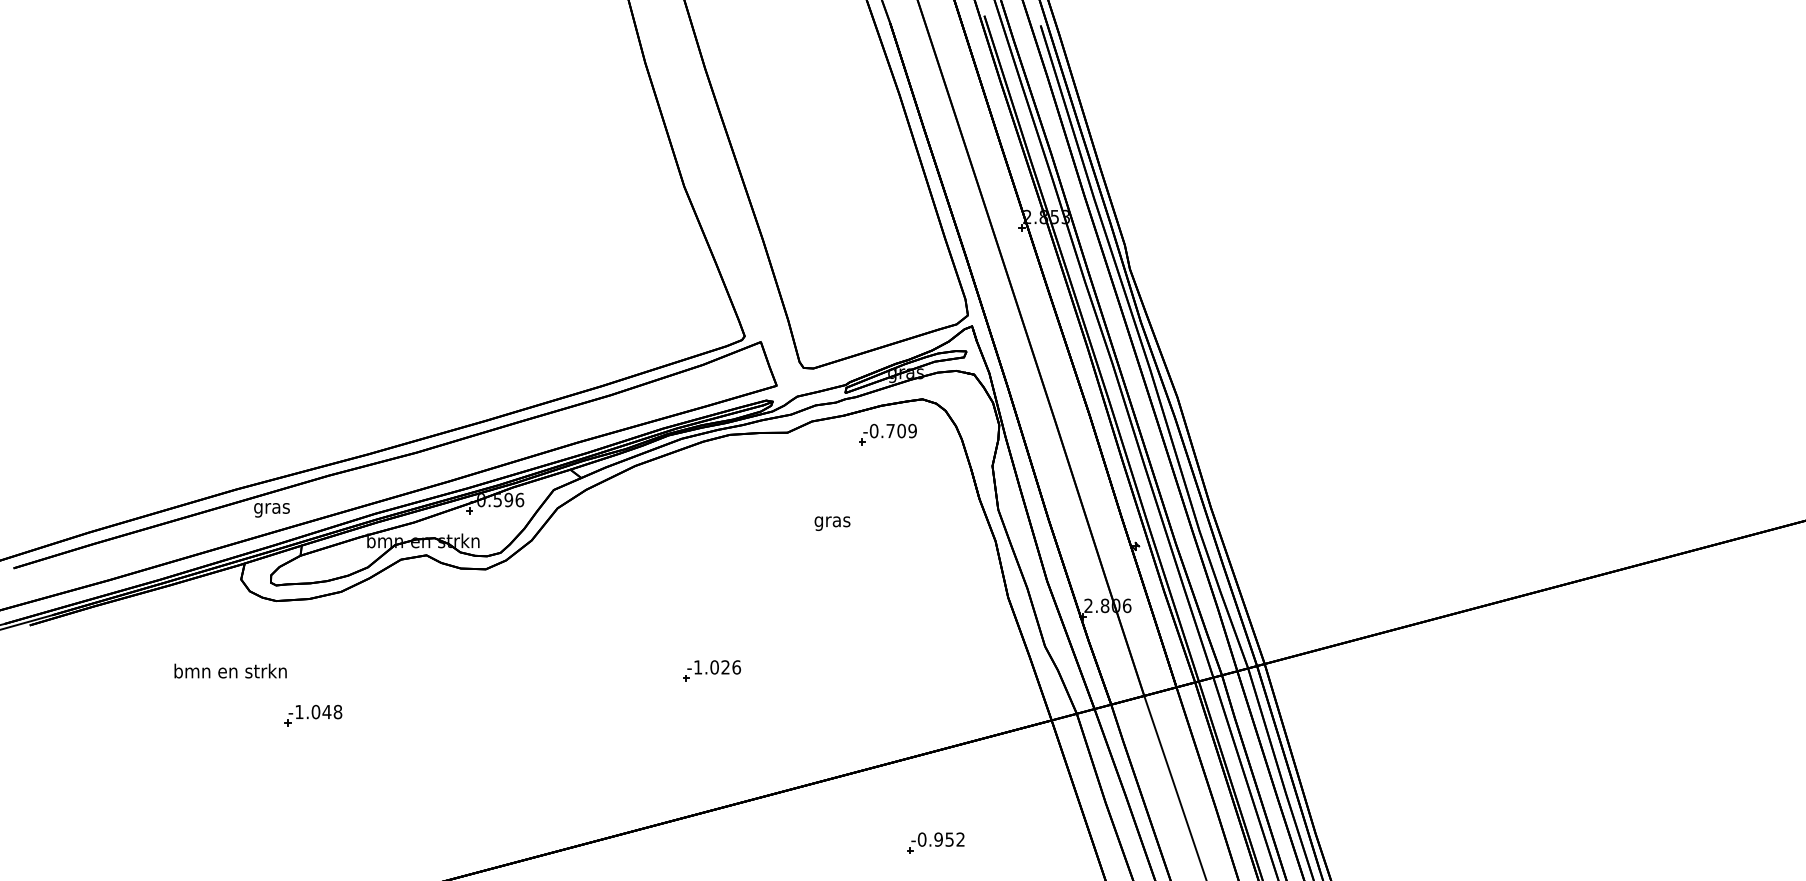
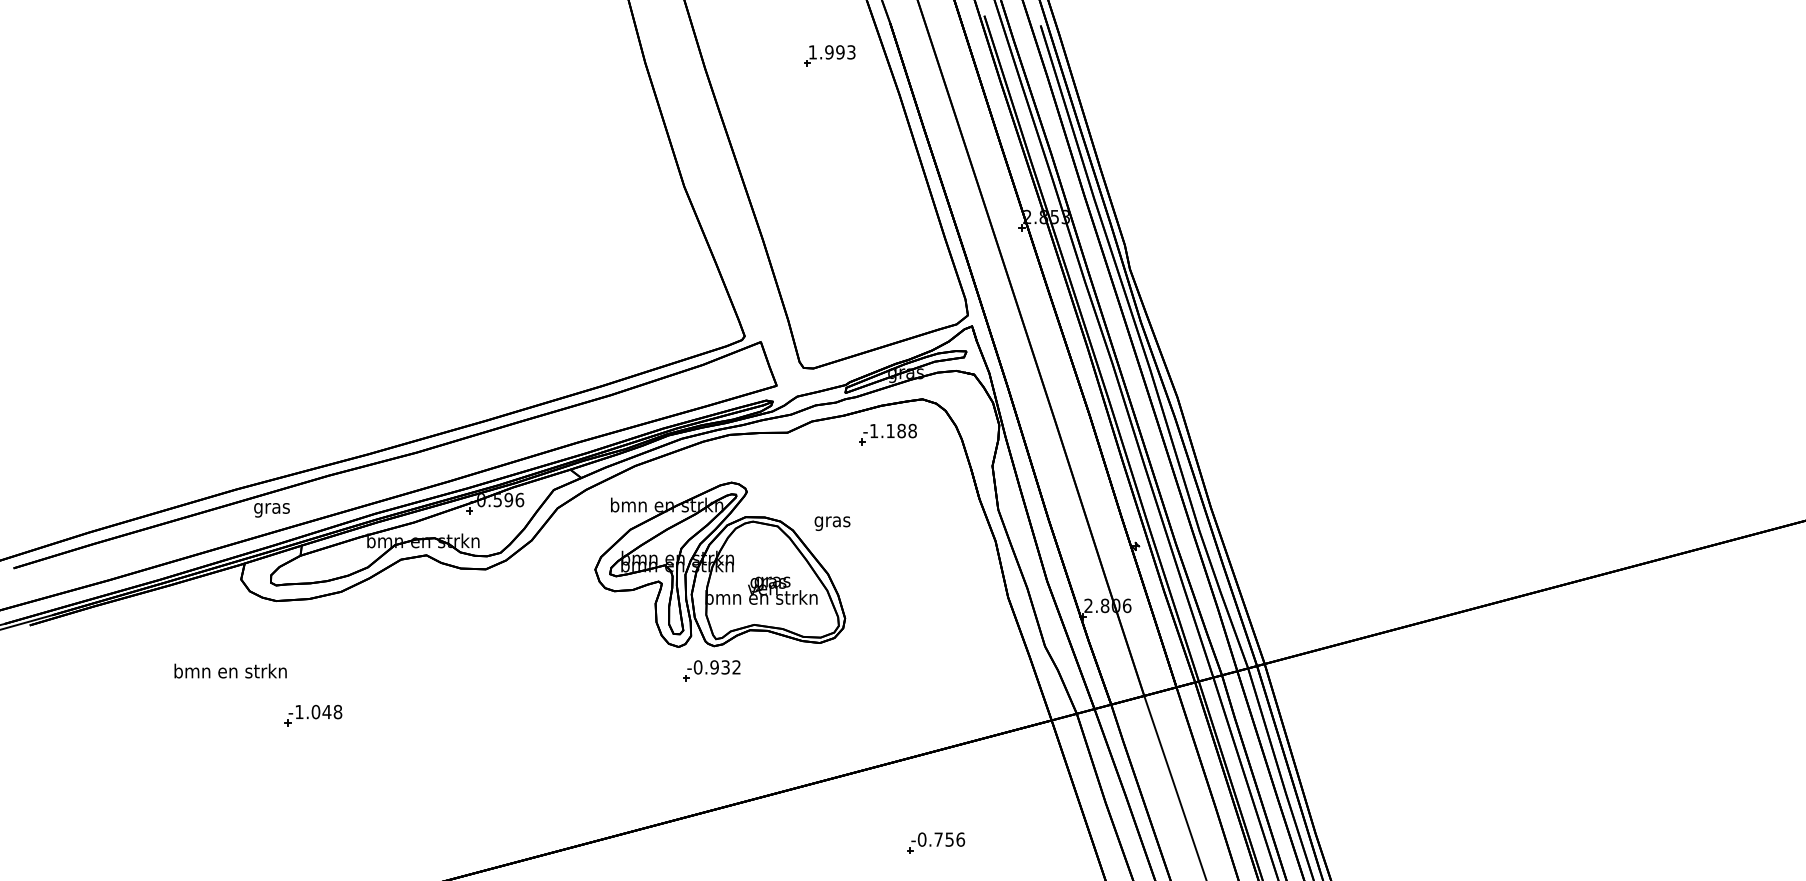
part at (829, 55): none -> present
text at (892, 430): -0.709 -> -1.188
part at (720, 564): none -> present
text at (717, 667): -1.026 -> -0.932
text at (949, 839): -0.952 -> -0.756
